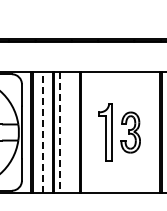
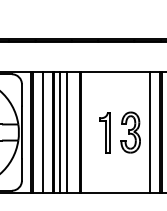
line at (42, 132): dashed -> solid
line at (59, 132): dashed -> solid
line at (67, 132): none -> present
part at (105, 132) size: 15x59 px -> 12x42 px
line at (149, 132): none -> present
